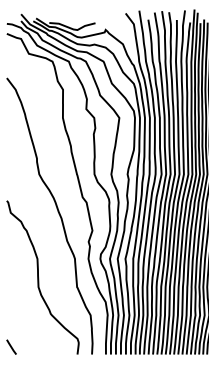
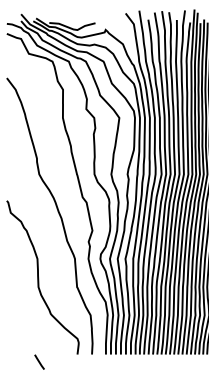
line at (11, 346) position: (11, 346) -> (39, 361)
